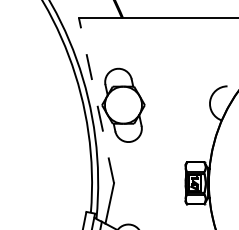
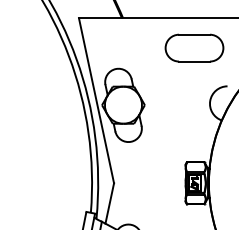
part at (194, 47): none -> present
line at (96, 100): dashed -> solid
